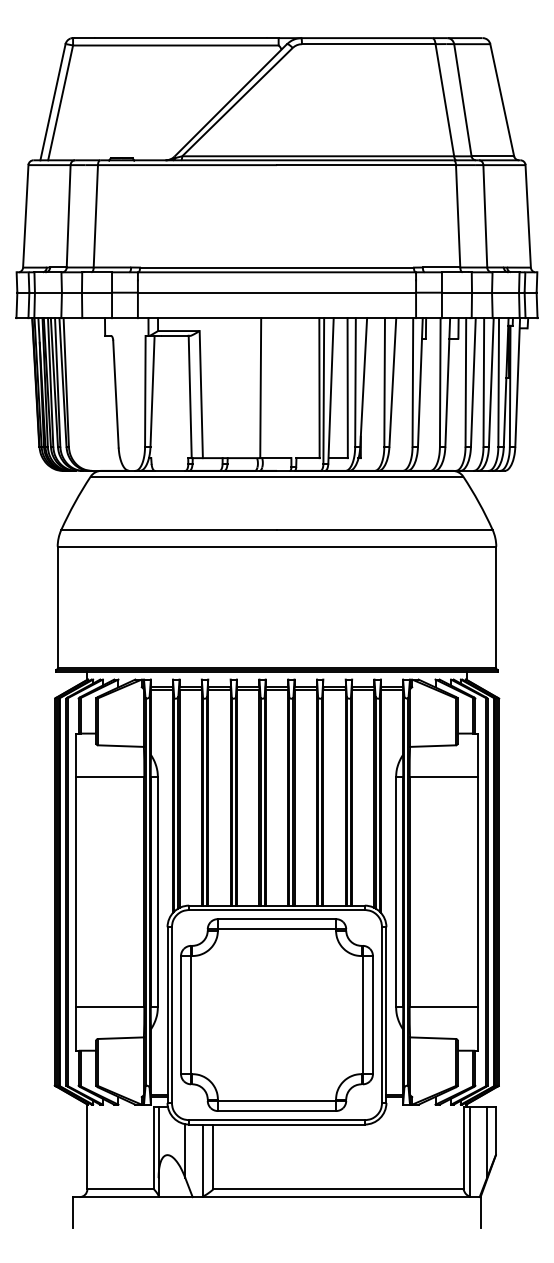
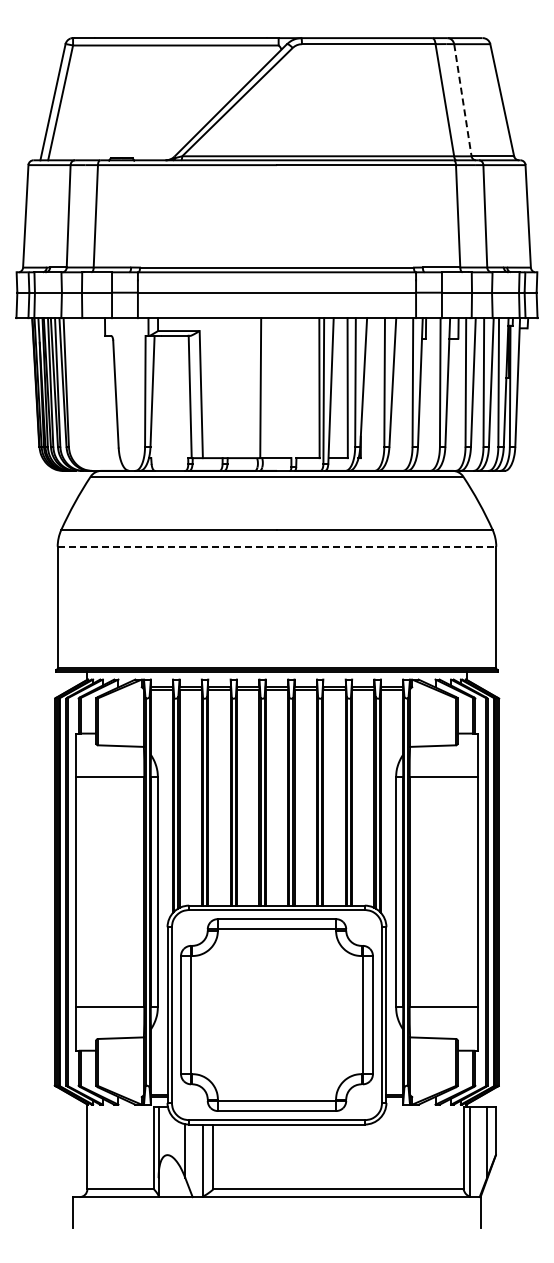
line at (462, 100): solid -> dashed
line at (277, 546): solid -> dashed
